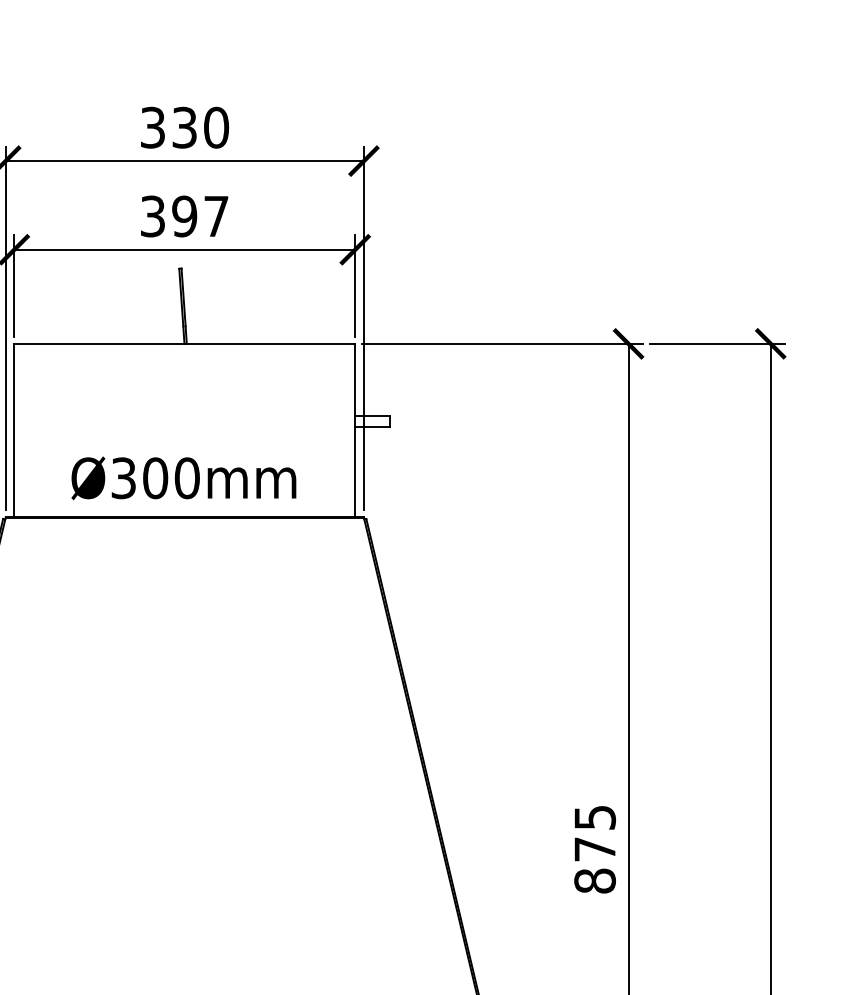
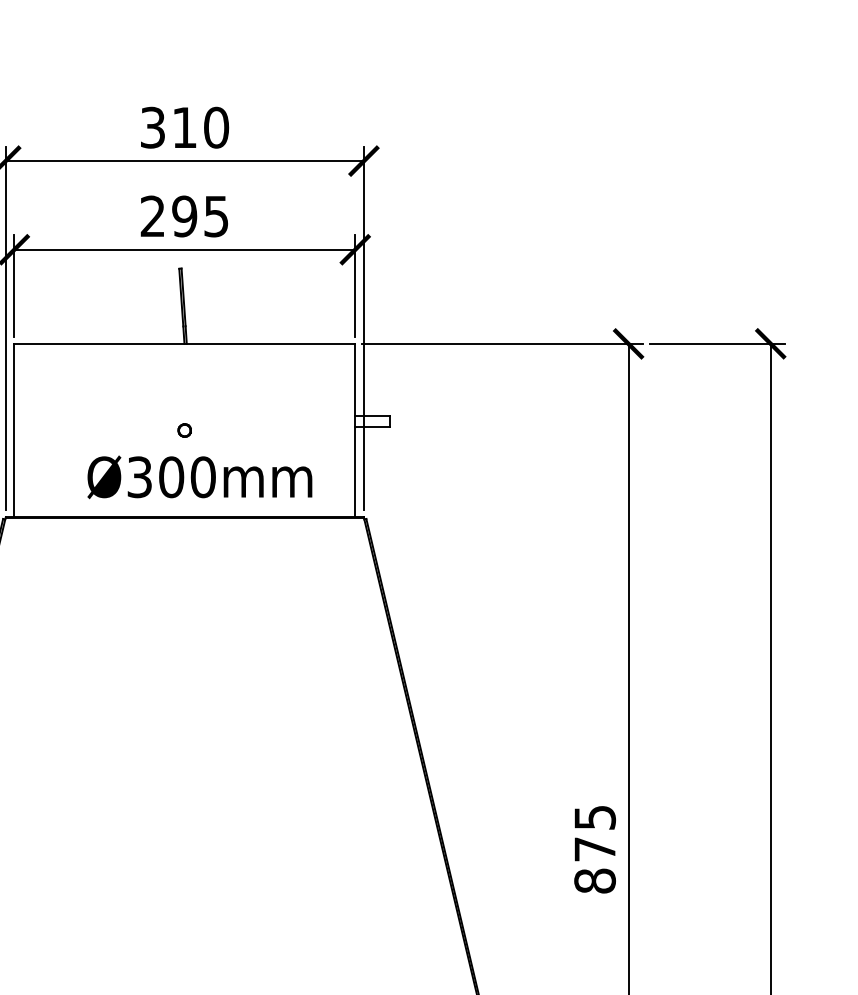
text at (184, 127): 330 -> 310
text at (184, 216): 397 -> 295
part at (184, 430): none -> present
text at (183, 478) position: (183, 478) -> (199, 477)
